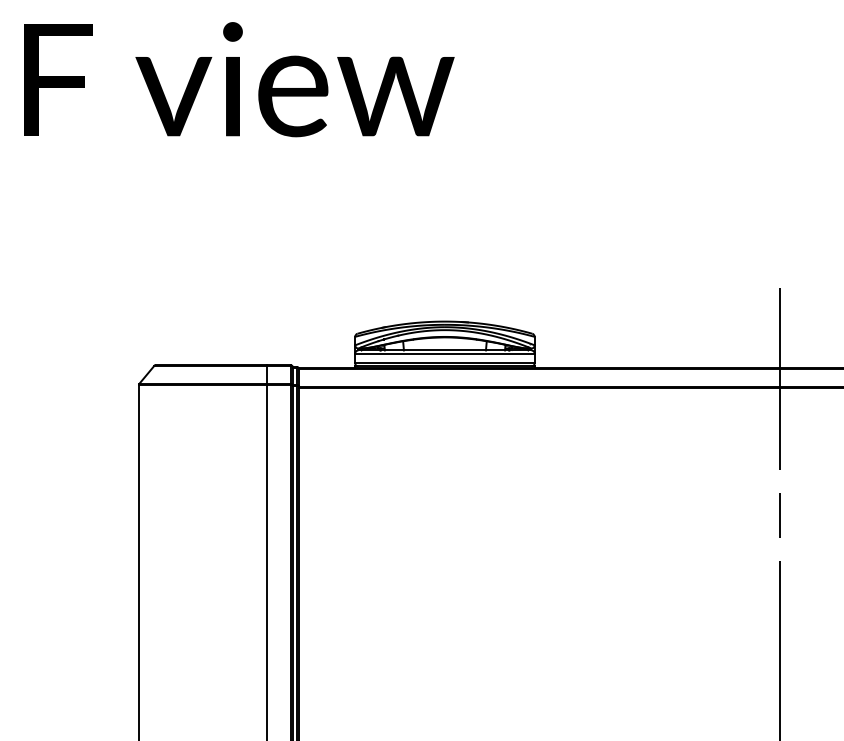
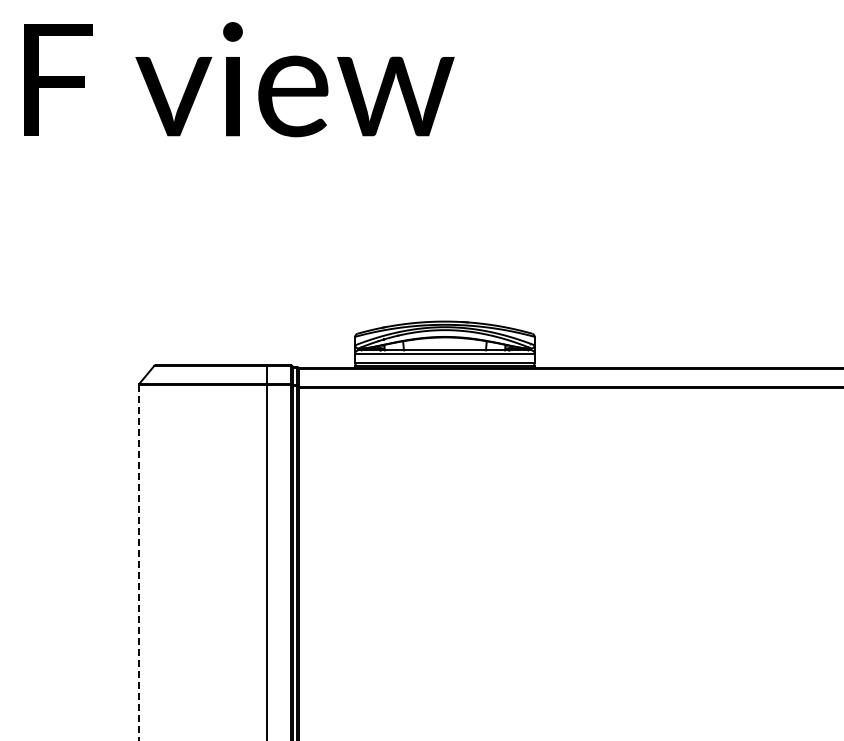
line at (779, 512): present -> none
line at (138, 562): solid -> dashed
